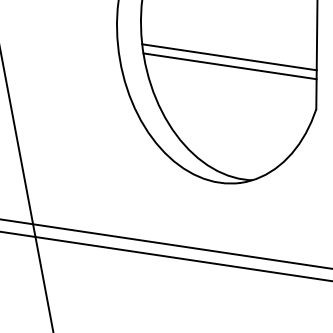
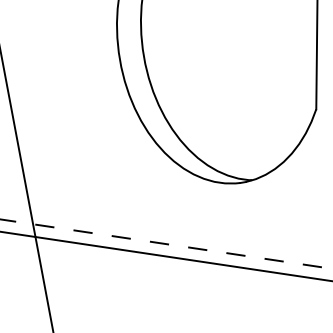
line at (229, 57): present -> none
line at (229, 66): present -> none
line at (165, 244): solid -> dashed
